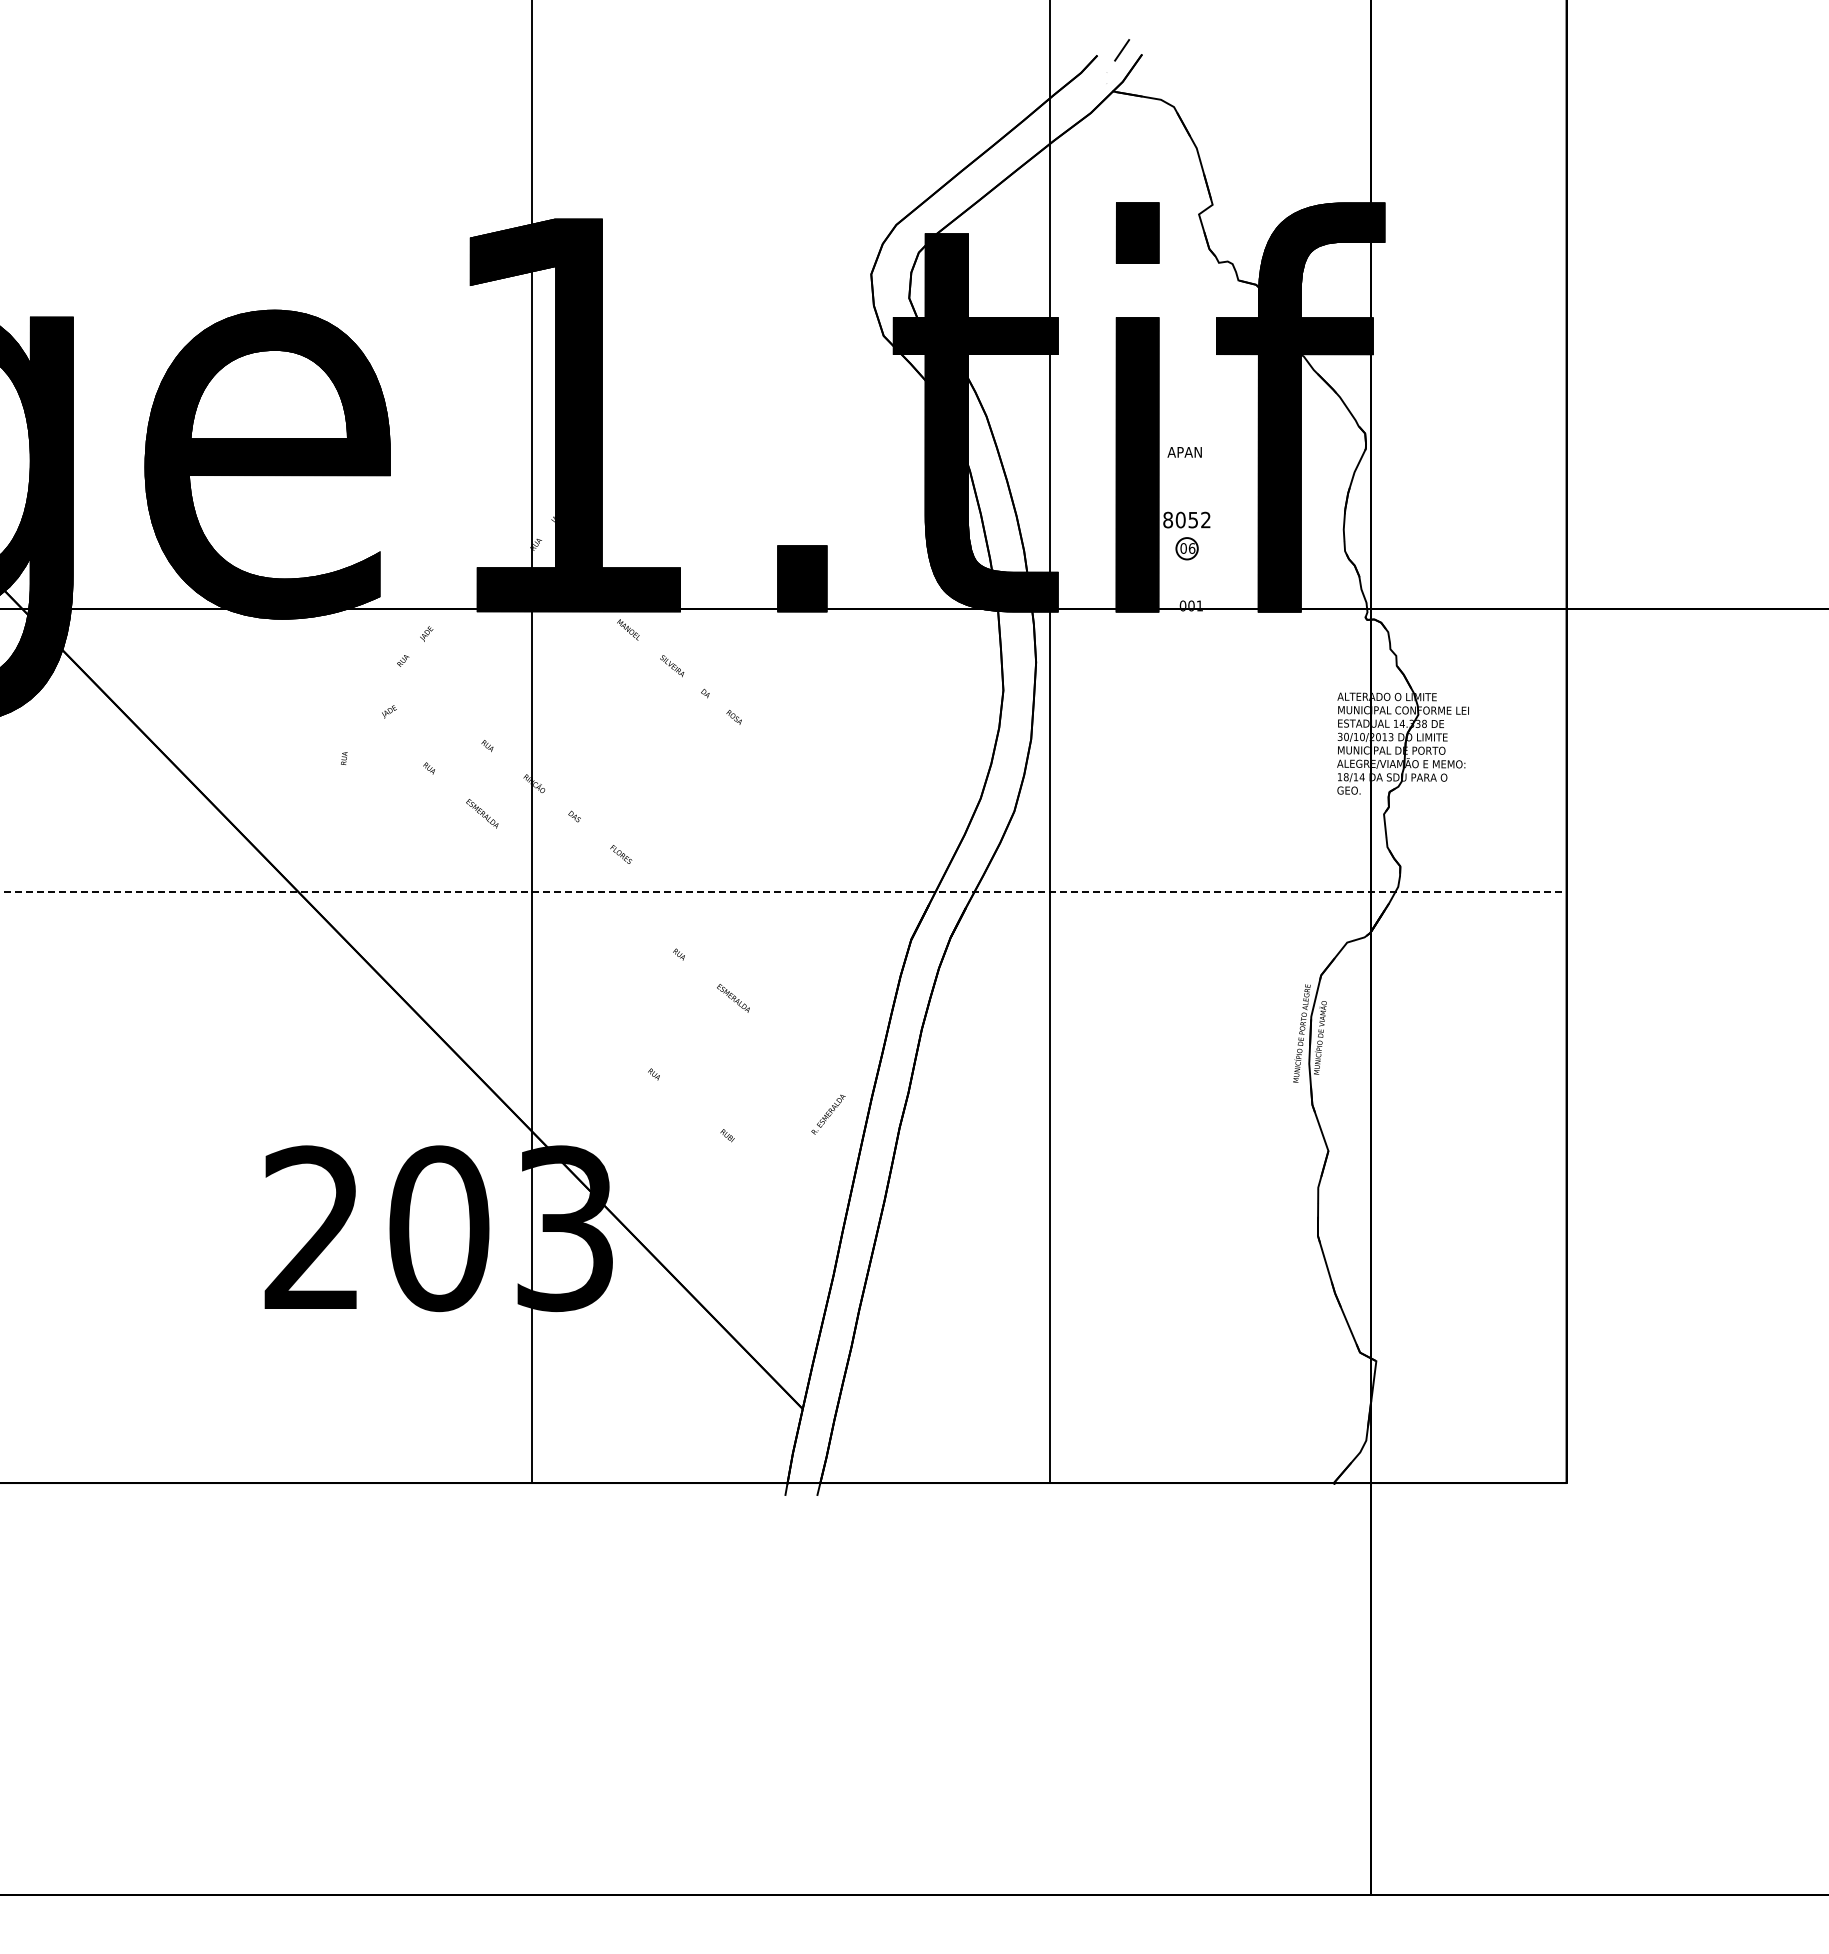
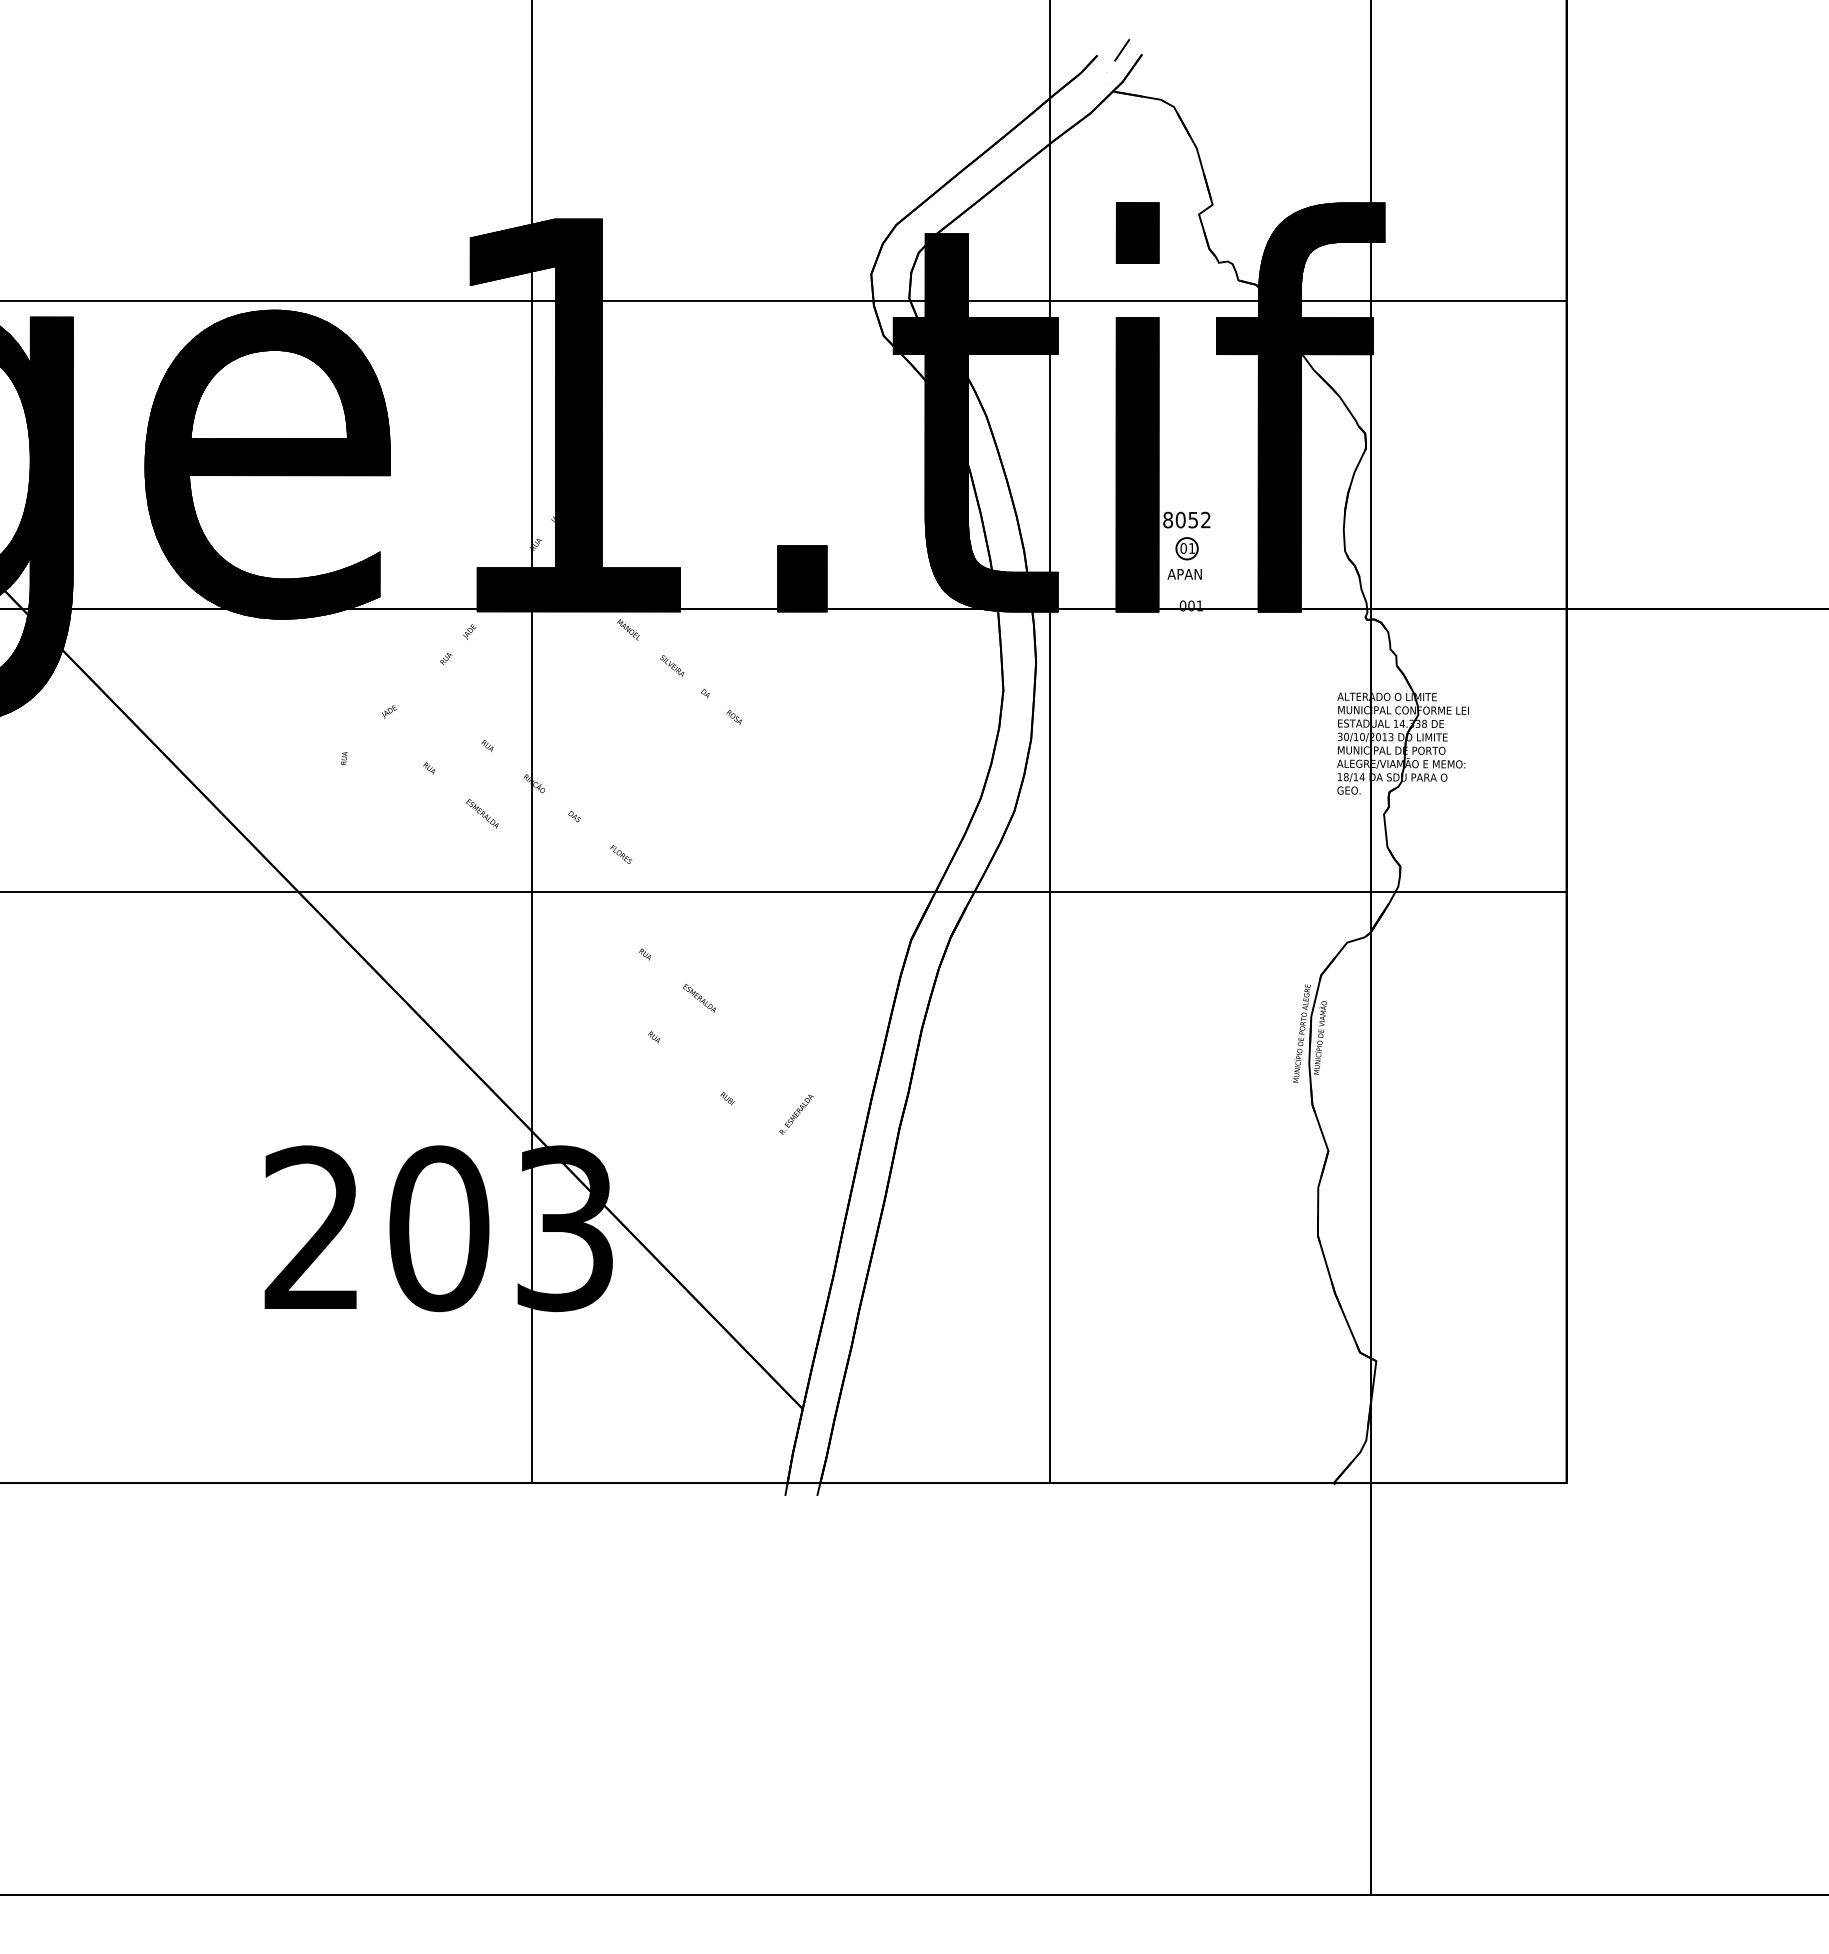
line at (784, 301): none -> present
text at (1184, 452) position: (1184, 452) -> (1184, 574)
text at (1191, 548): 06 -> 01
text at (415, 646) position: (415, 646) -> (458, 644)
line at (783, 892): dashed -> solid
text at (711, 980) position: (711, 980) -> (677, 980)
text at (691, 1105) position: (691, 1105) -> (691, 1068)
text at (828, 1114) position: (828, 1114) -> (796, 1114)
